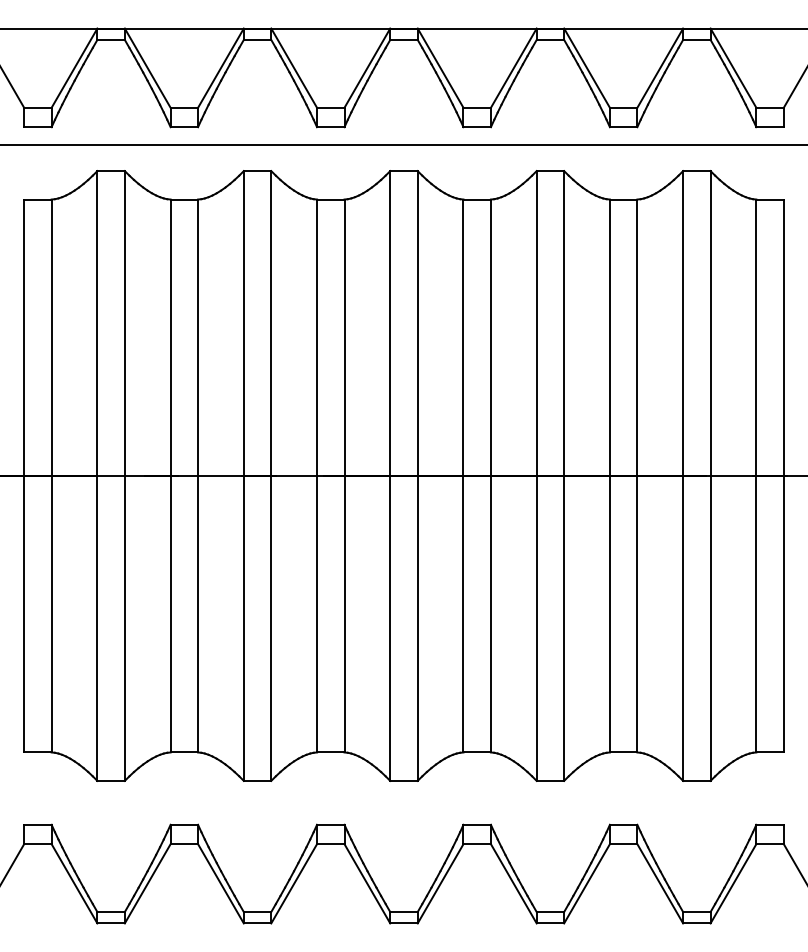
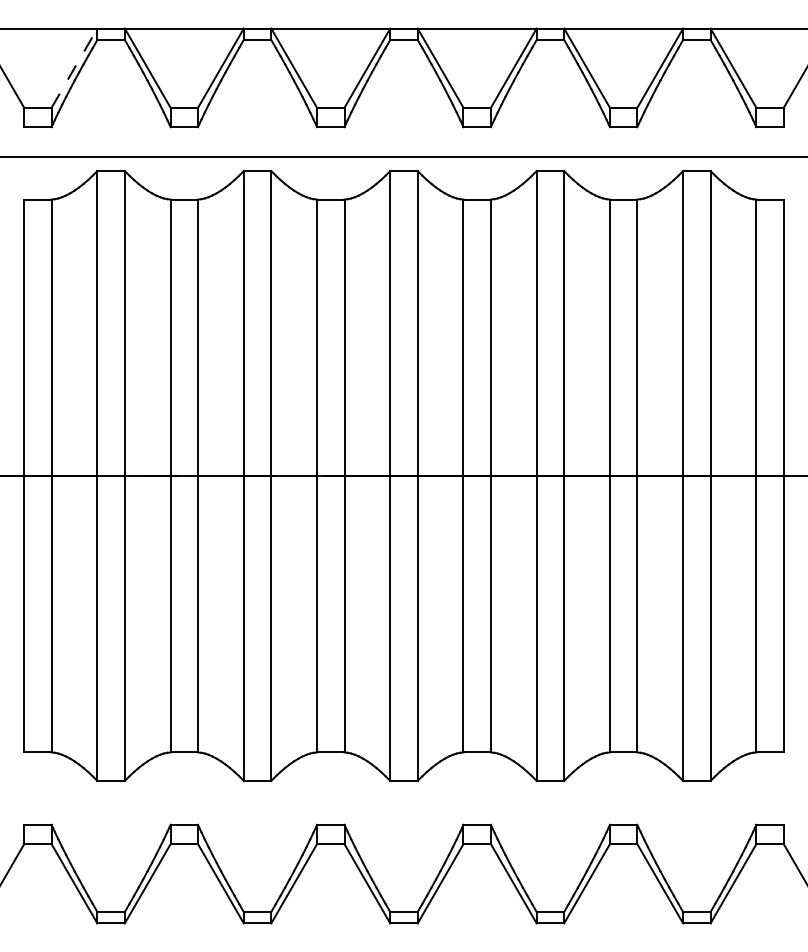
line at (74, 68): solid -> dashed
line at (403, 144) position: (403, 144) -> (403, 156)
